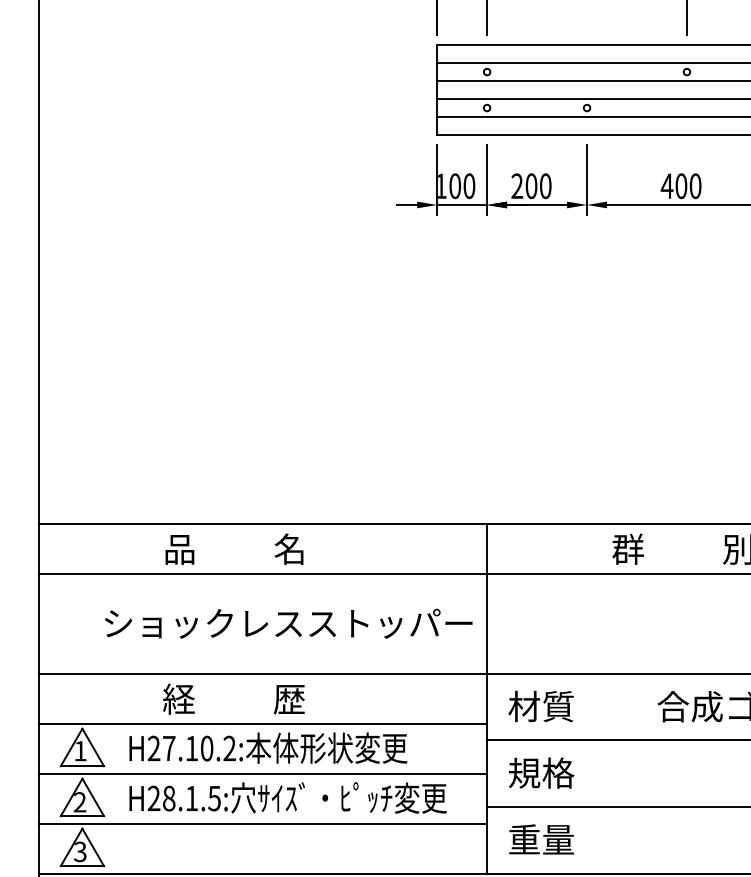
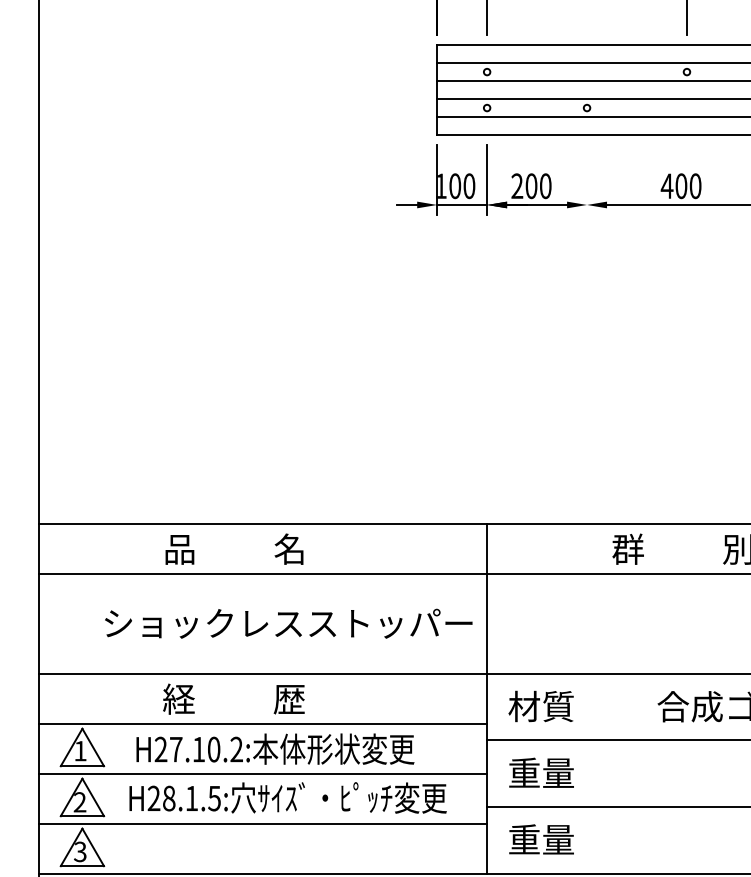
line at (587, 179): present -> none
text at (268, 747) position: (268, 747) -> (275, 748)
text at (541, 772): 規格 -> 重量
